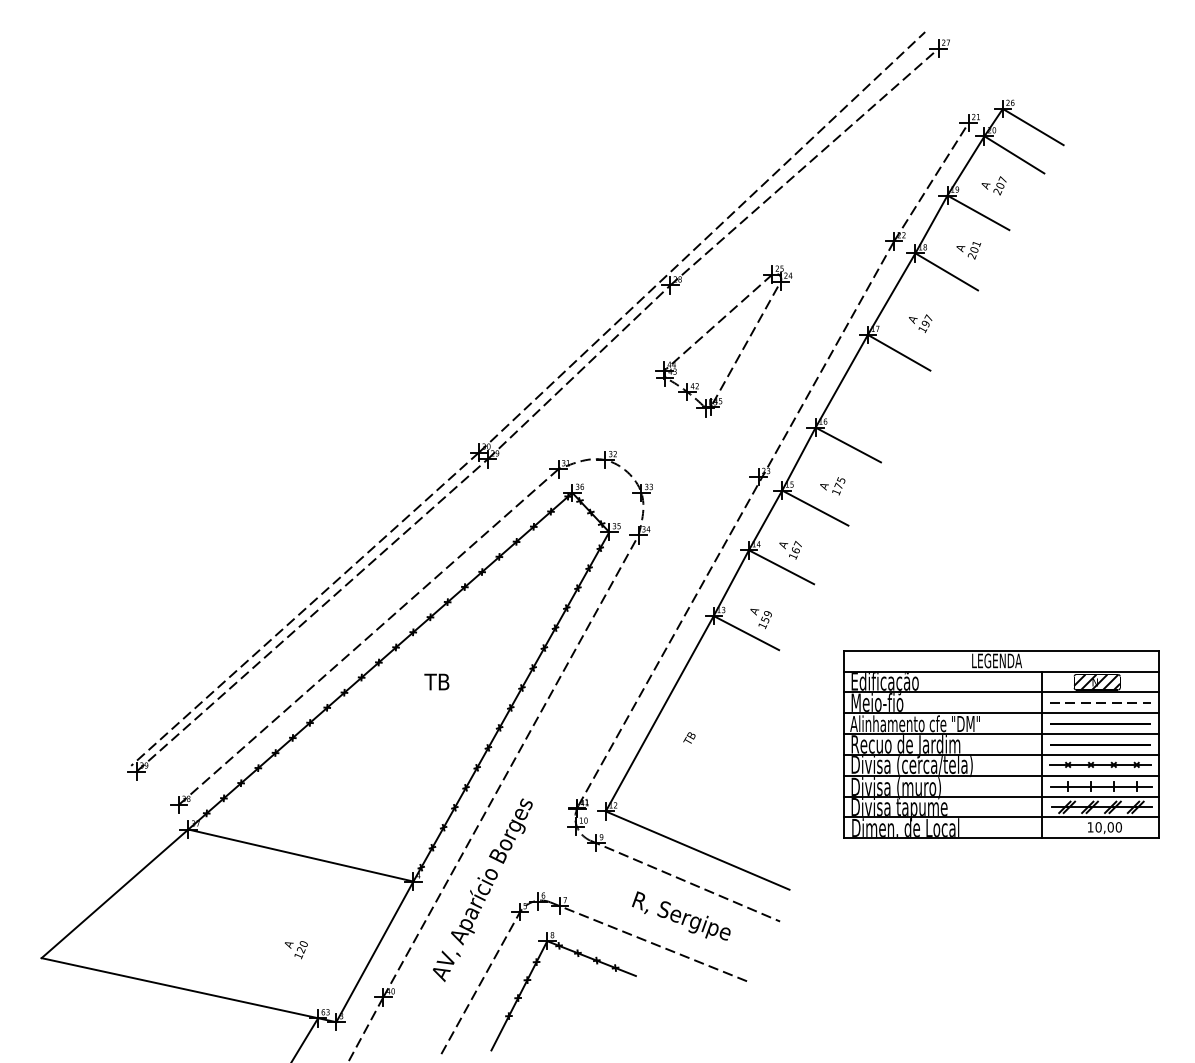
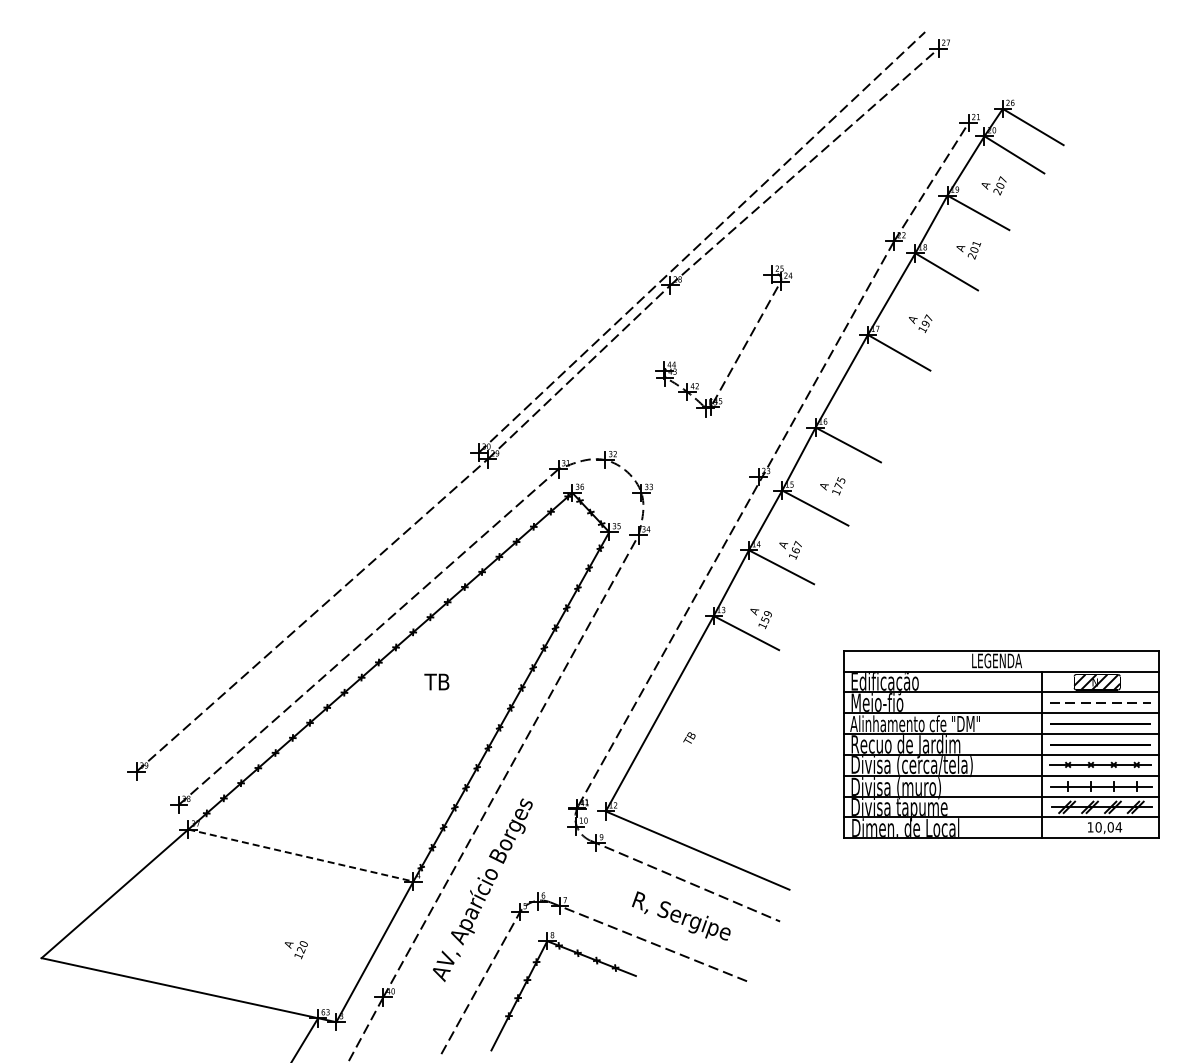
line at (719, 321): present -> none
line at (304, 608): present -> none
text at (1118, 827): 10,00 -> 10,04
line at (301, 855): solid -> dashed
